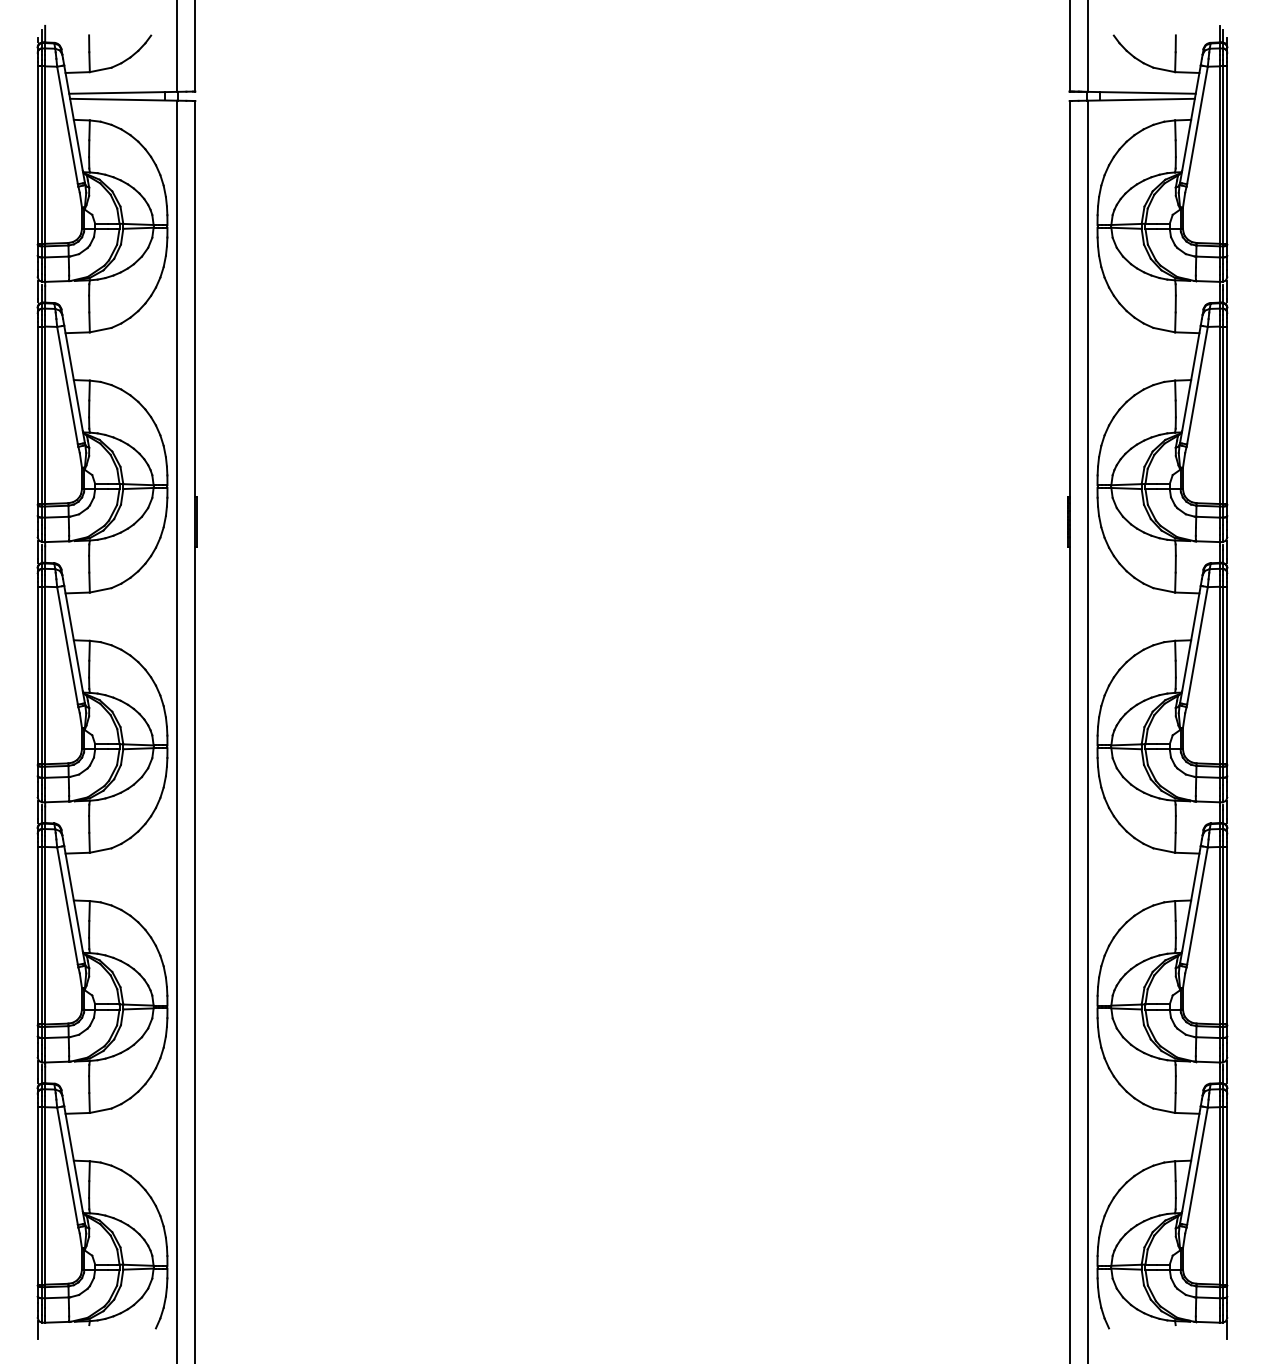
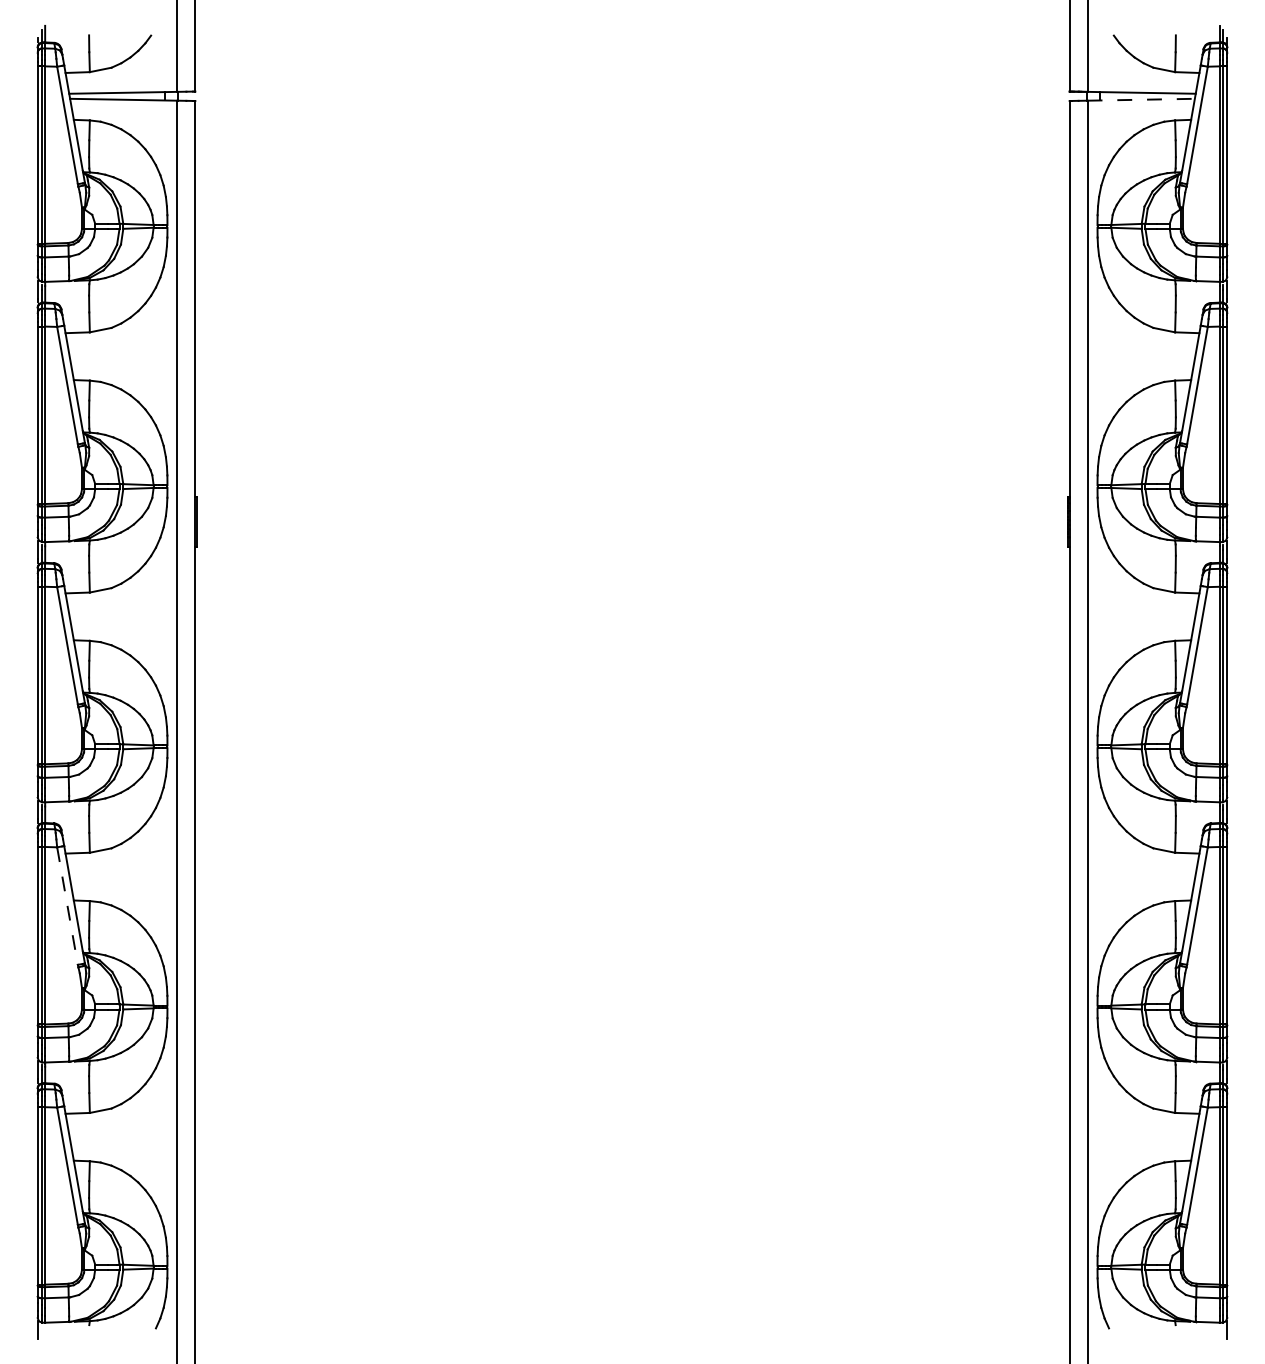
line at (1141, 99): solid -> dashed
line at (67, 906): solid -> dashed
